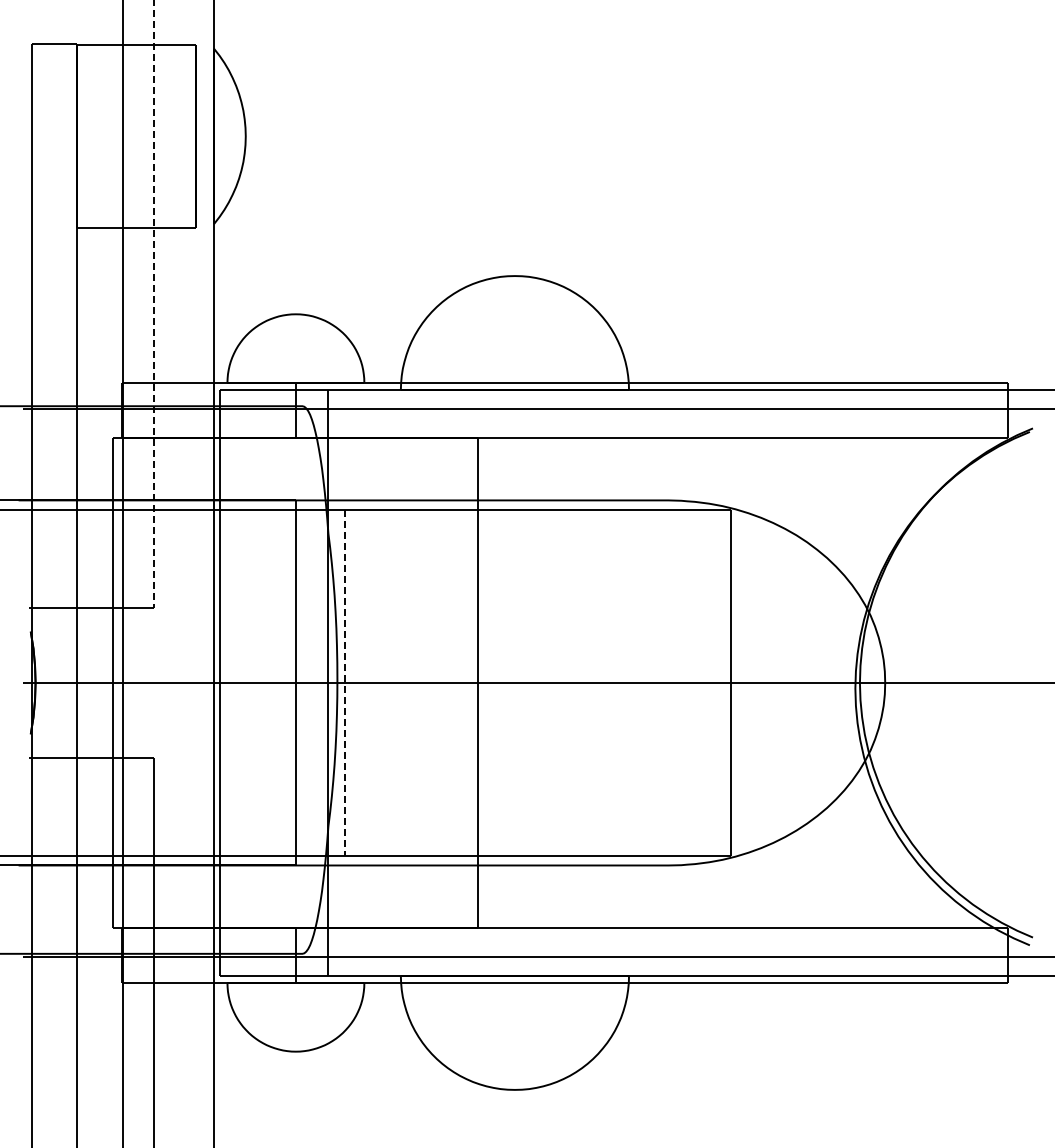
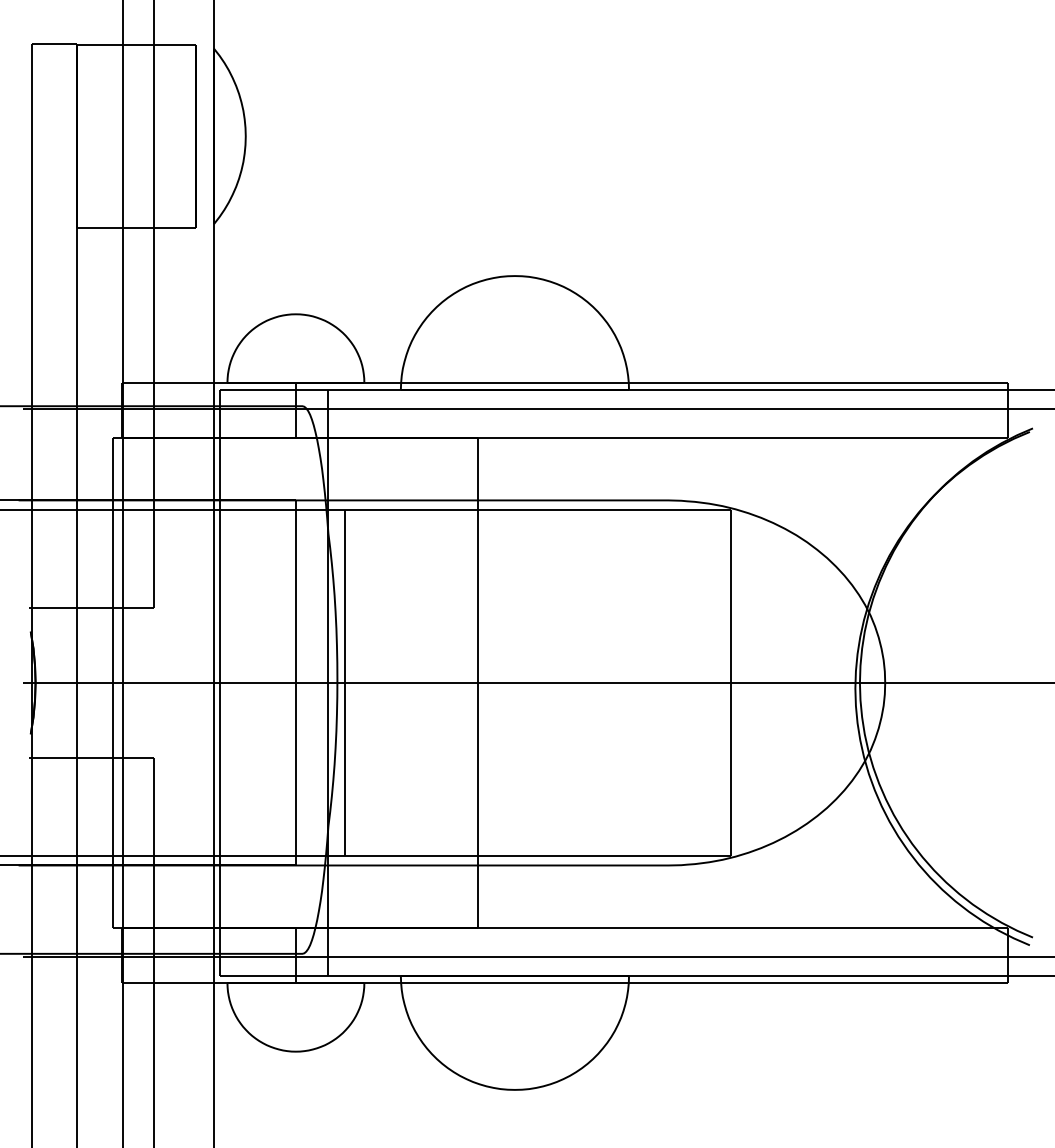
line at (153, 304): dashed -> solid
line at (345, 683): dashed -> solid
